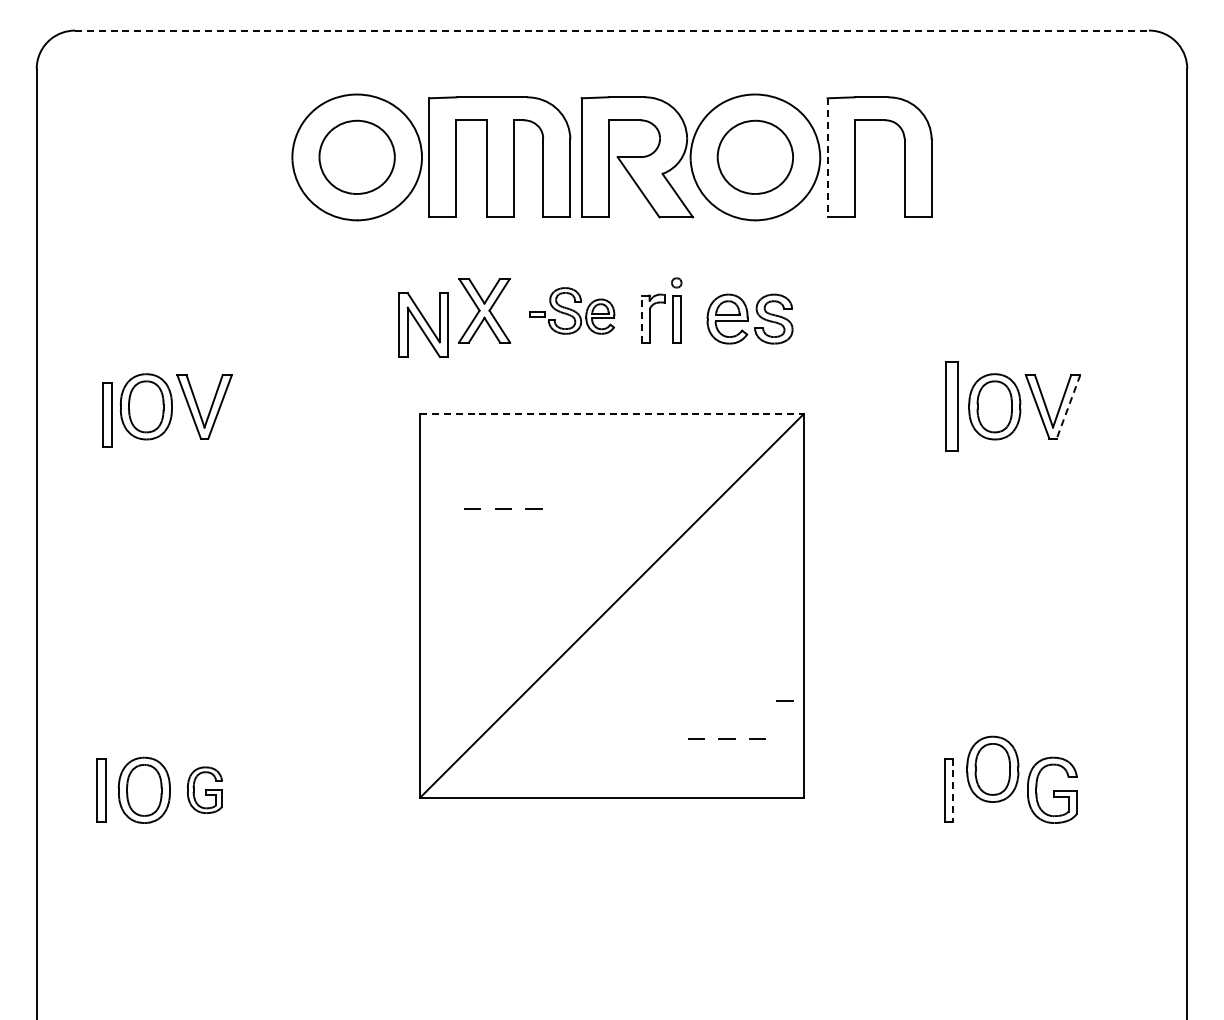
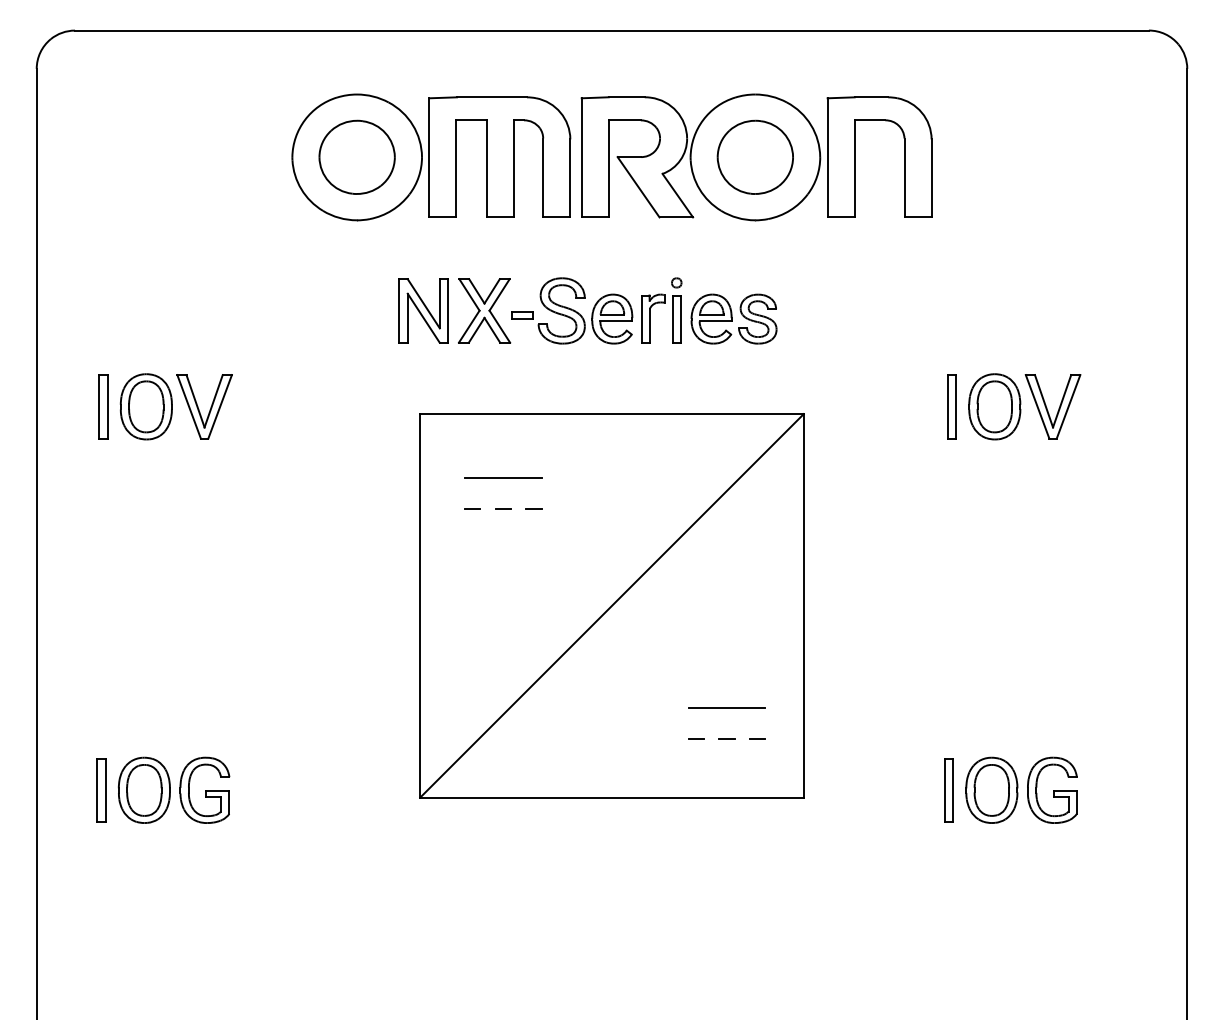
line at (611, 30): dashed -> solid
line at (827, 157): dashed -> solid
part at (572, 310) size: 87x48 px -> 123x68 px
part at (749, 318) position: (749, 318) -> (733, 318)
line at (641, 319): dashed -> solid
part at (423, 324) position: (423, 324) -> (423, 310)
part at (951, 406) size: 14x91 px -> 10x66 px
line at (1068, 406): dashed -> solid
part at (107, 414) position: (107, 414) -> (103, 406)
line at (612, 414): dashed -> solid
line at (502, 478): none -> present
line at (784, 700): present -> none
line at (726, 708): none -> present
part at (992, 768) position: (992, 768) -> (991, 789)
part at (204, 789) size: 36x48 px -> 52x68 px
line at (953, 790): dashed -> solid
